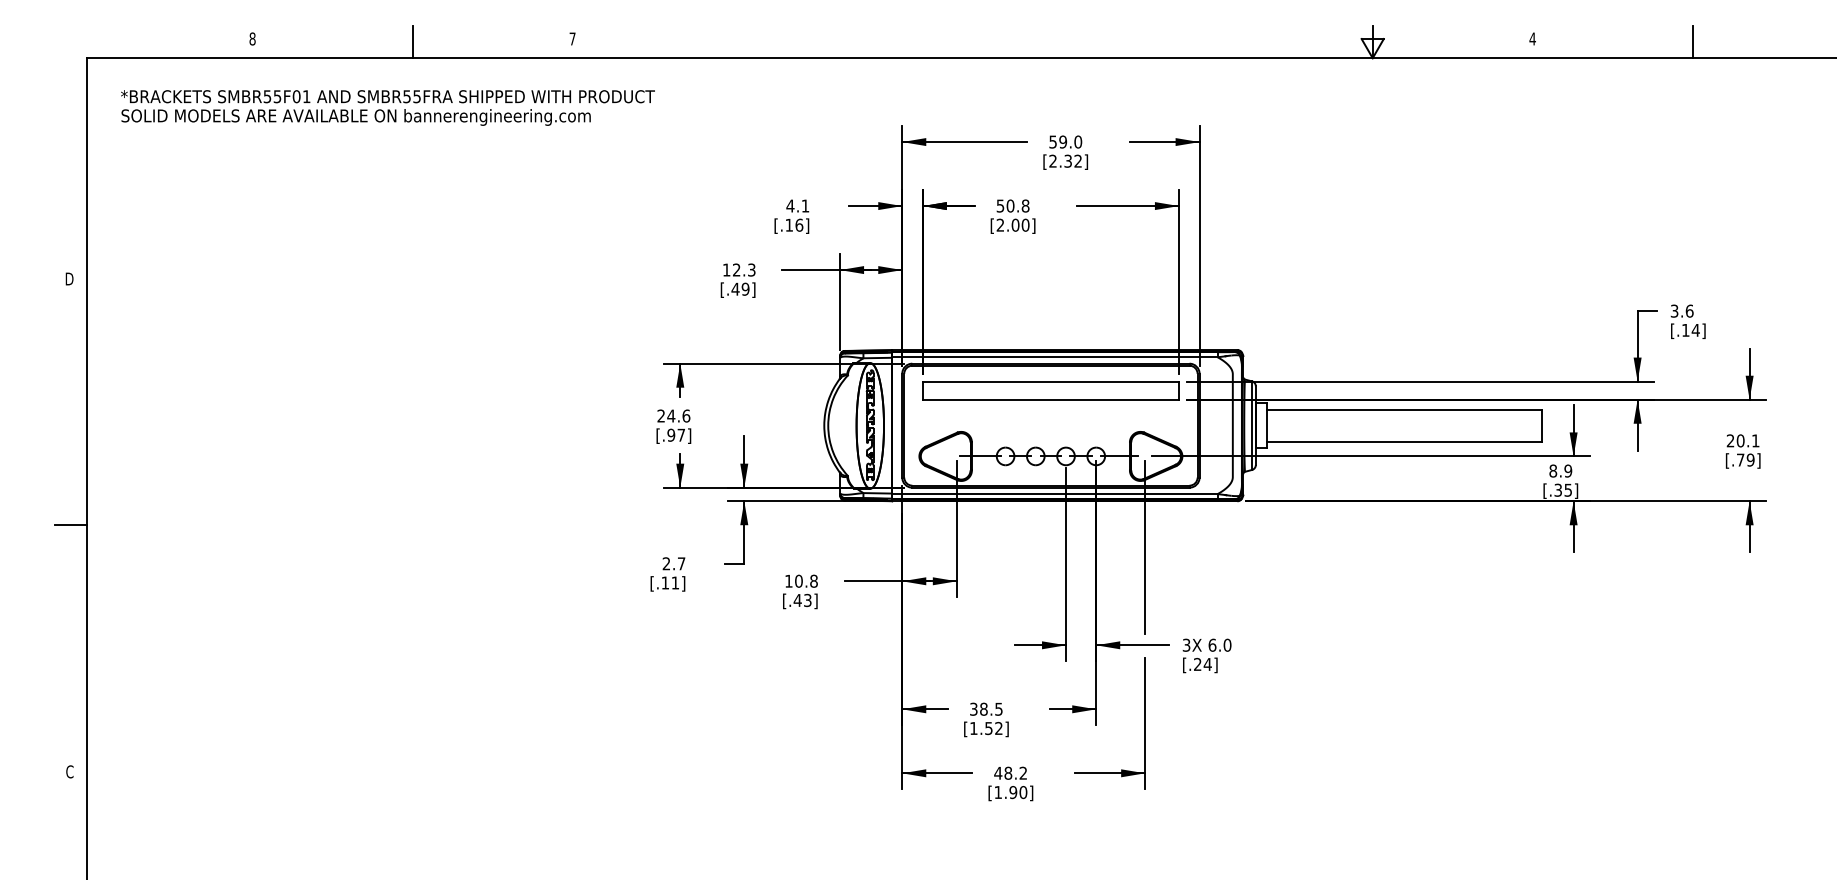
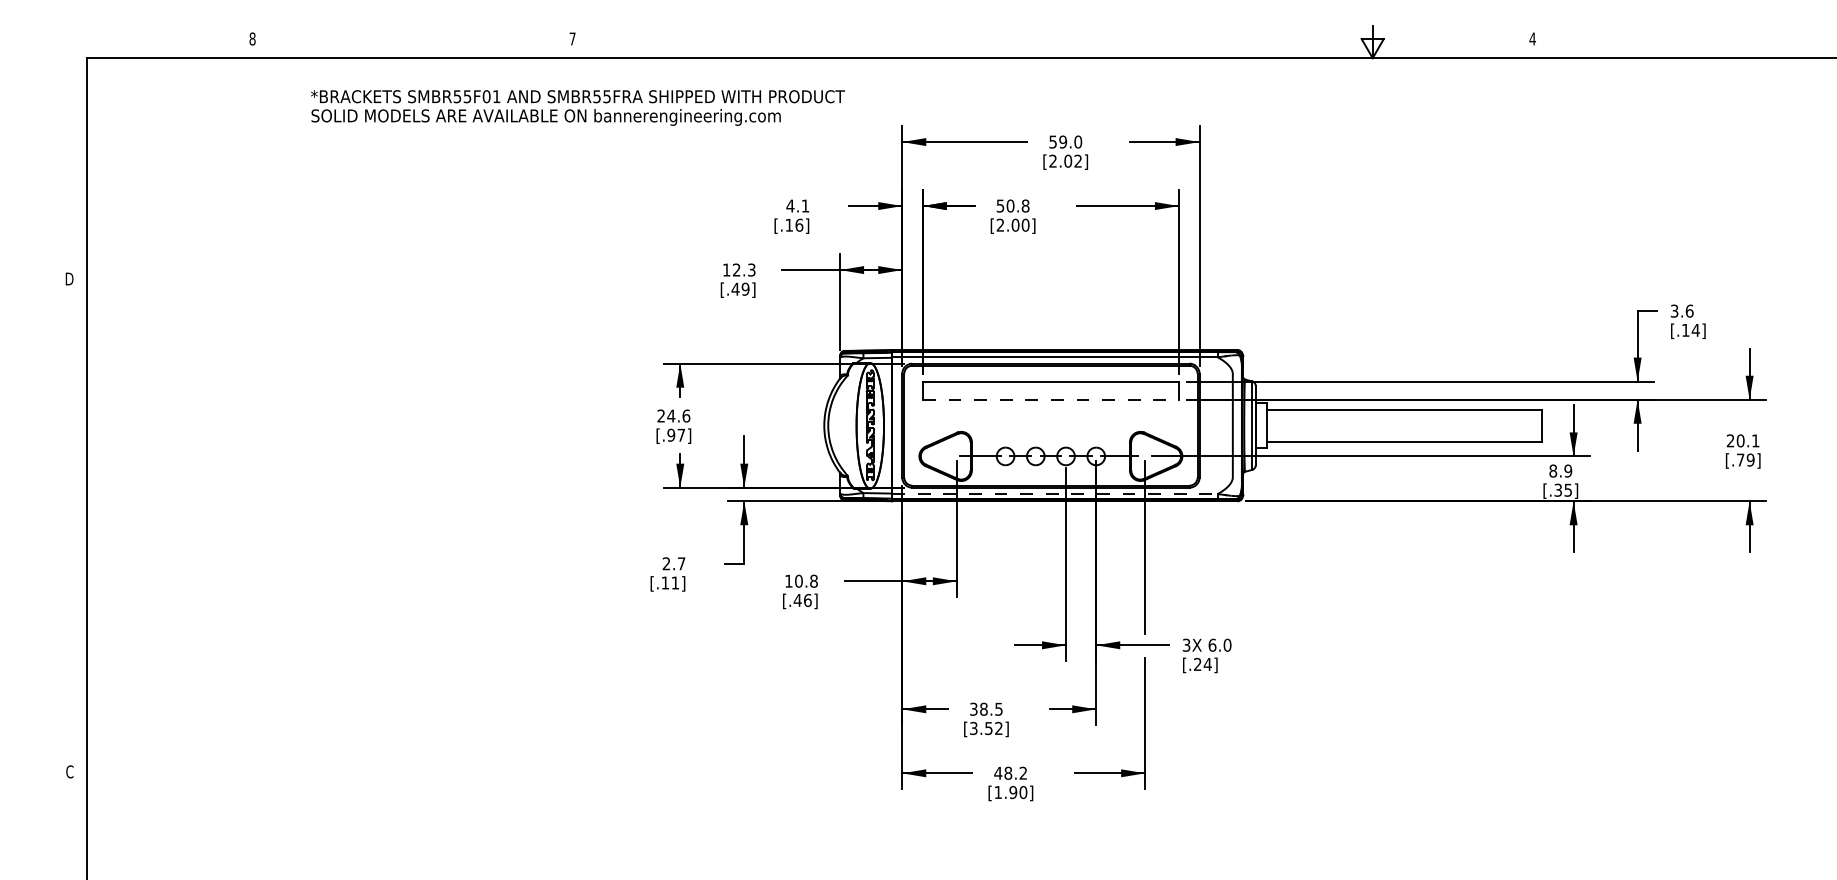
line at (412, 42): present -> none
line at (1692, 42): present -> none
text at (387, 107) position: (387, 107) -> (577, 107)
text at (1068, 160): [2.32] -> [2.02]
line at (1051, 399): solid -> dashed
line at (1054, 494): solid -> dashed
line at (71, 525): present -> none
text at (807, 600): [.43] -> [.46]
text at (973, 728): [1.52] -> [3.52]
